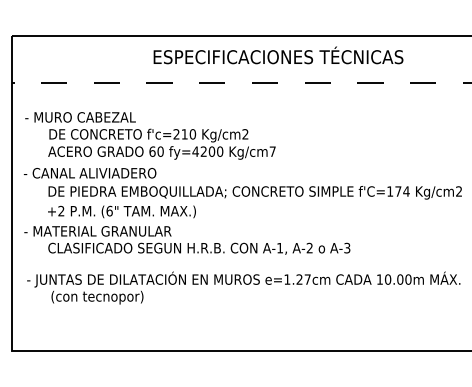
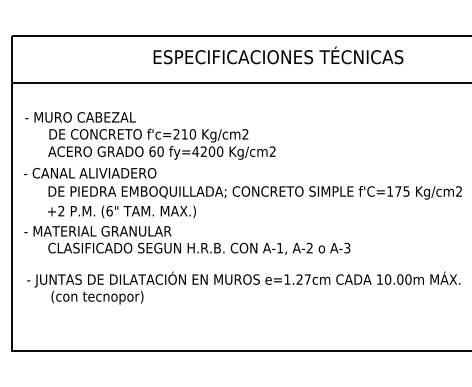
line at (241, 82): dashed -> solid
text at (272, 151): Kg/cm7 -> Kg/cm2
text at (406, 191): f'C=174 -> f'C=175
